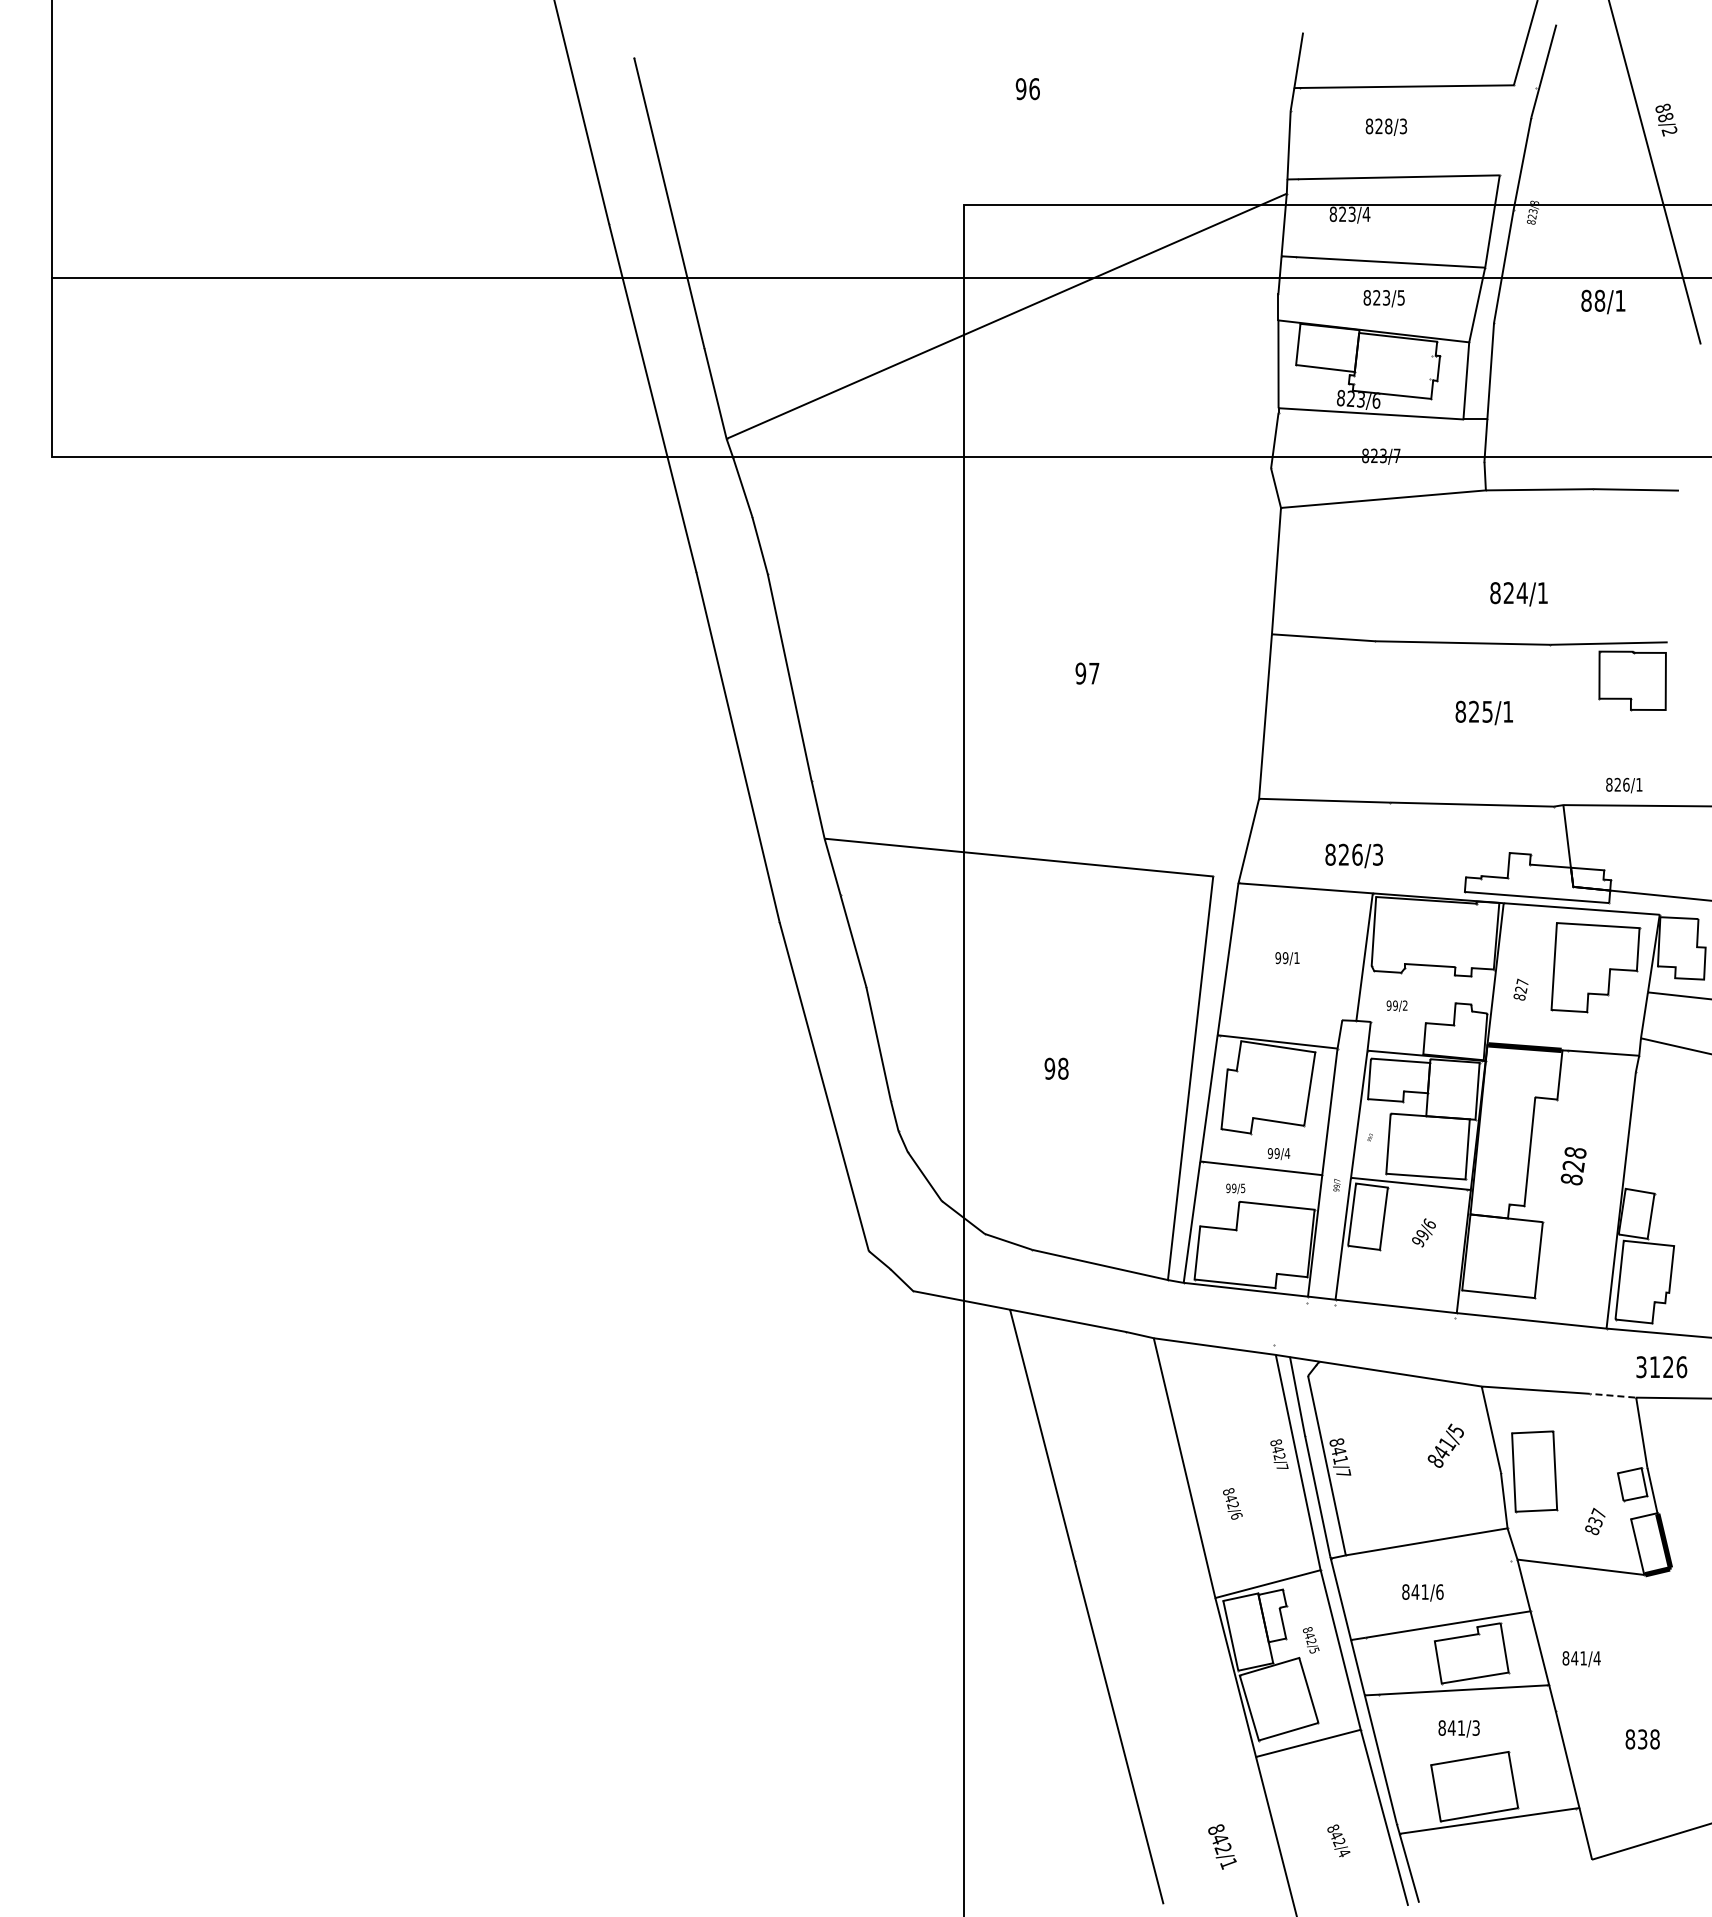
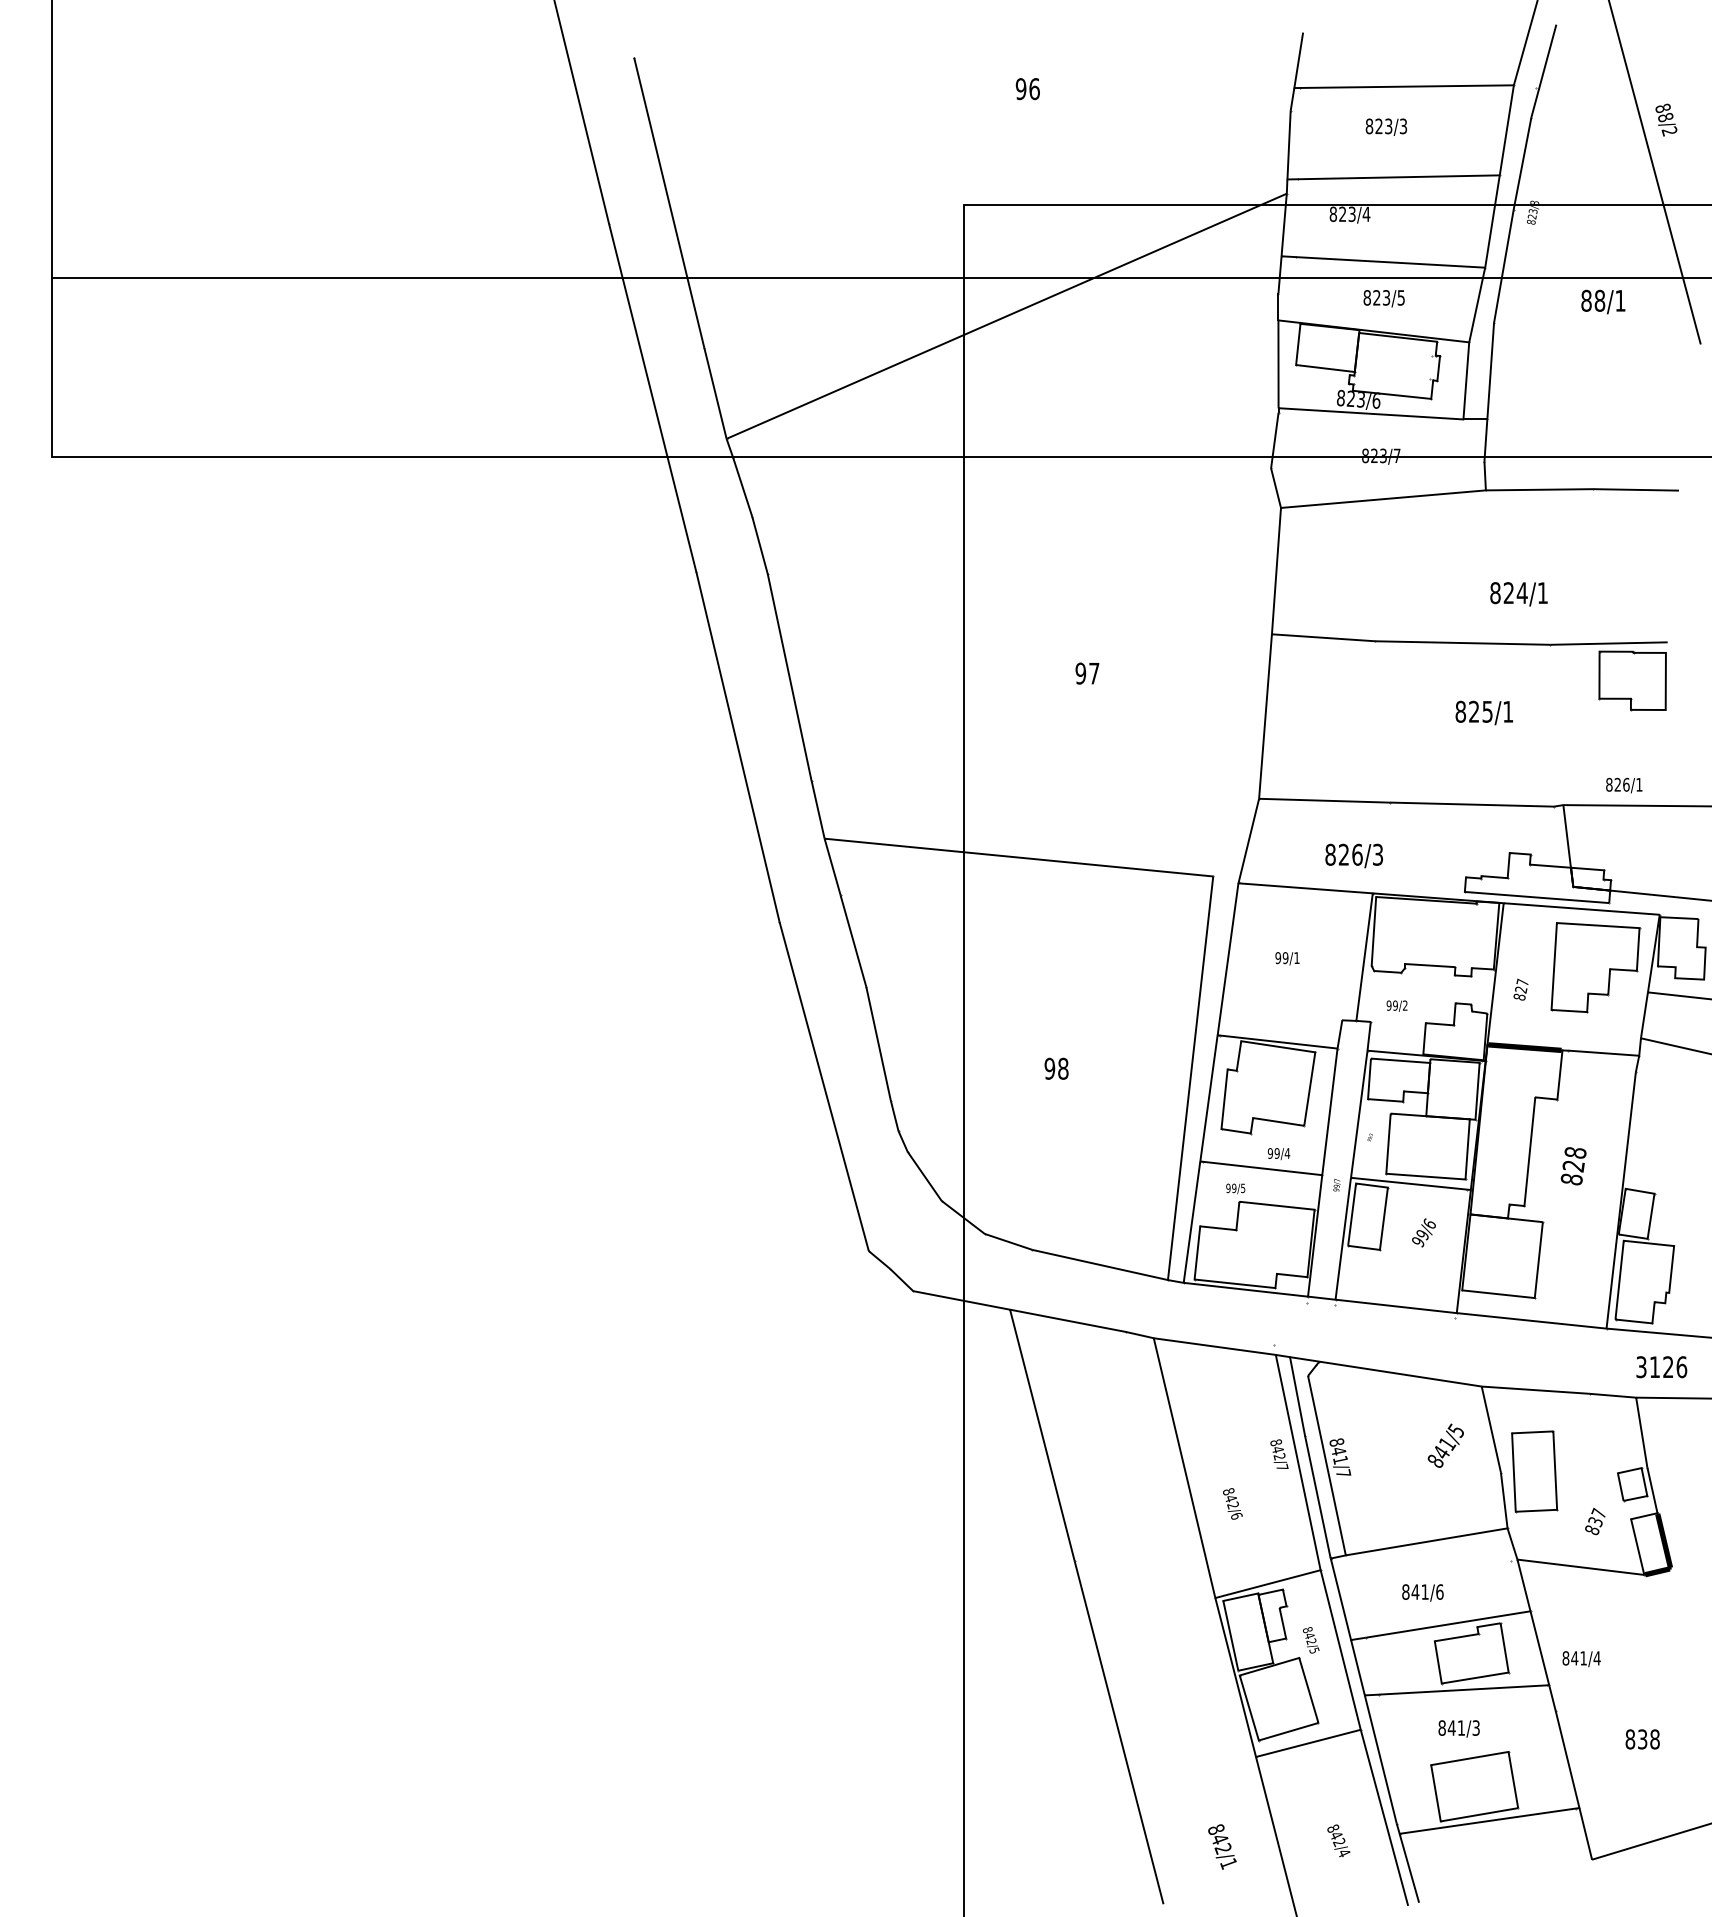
text at (1388, 126): 828/3 -> 823/3
line at (1506, 130): none -> present
line at (1612, 1395): dashed -> solid
